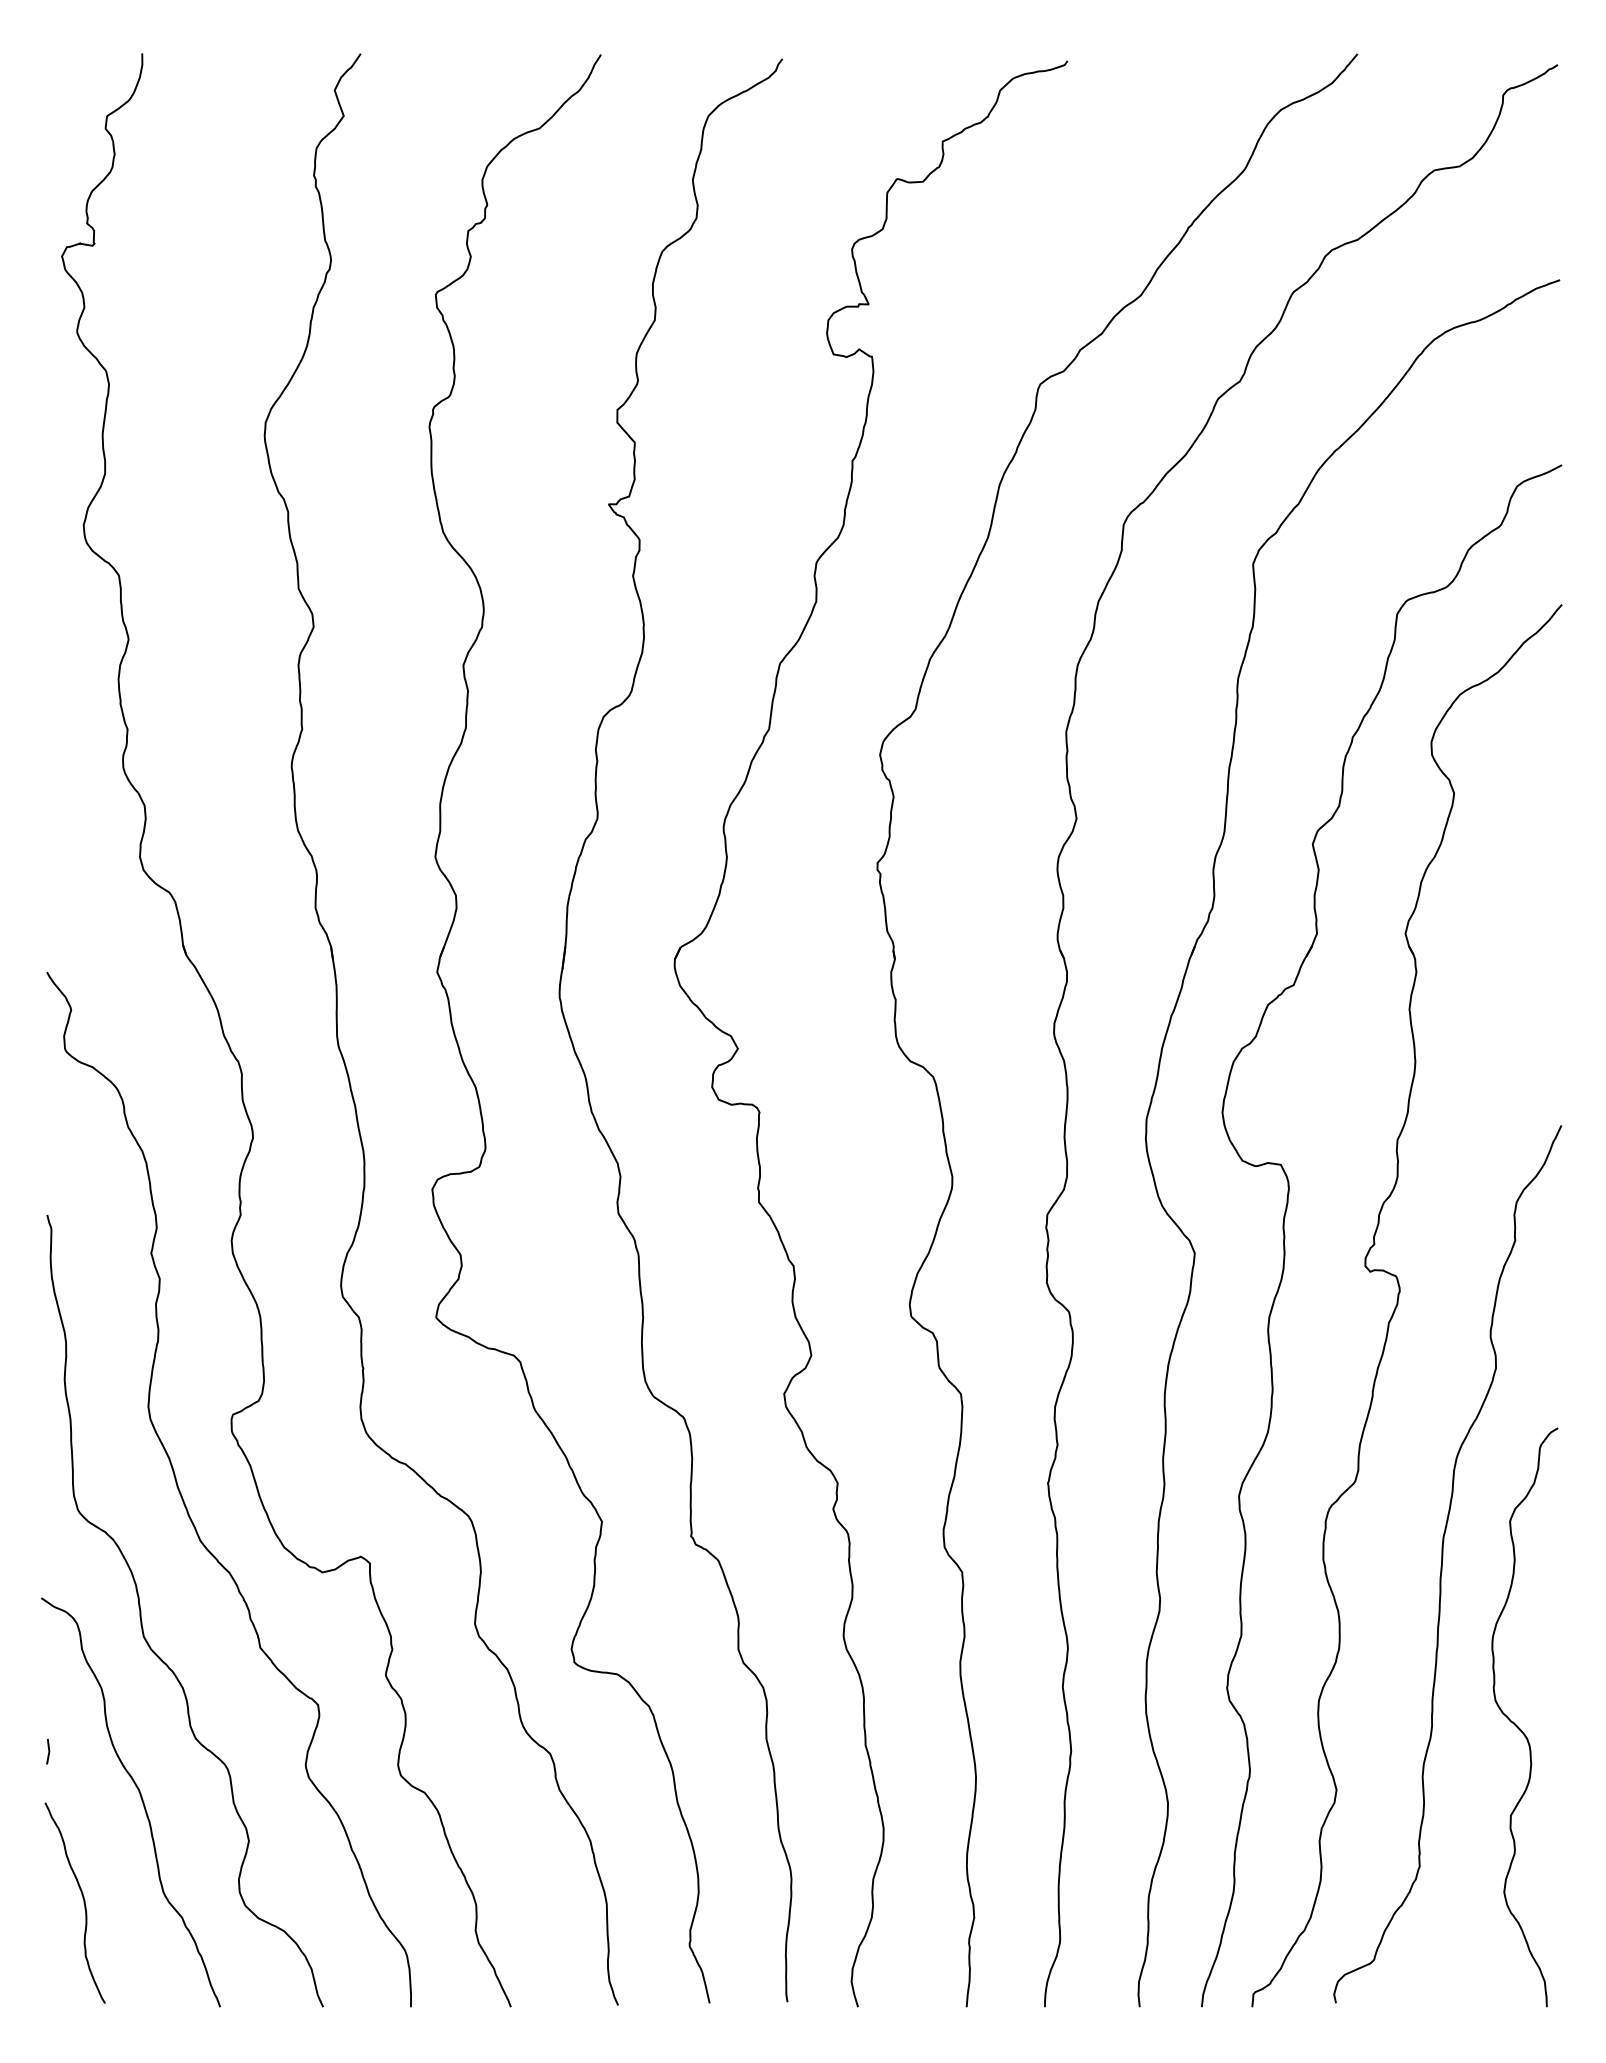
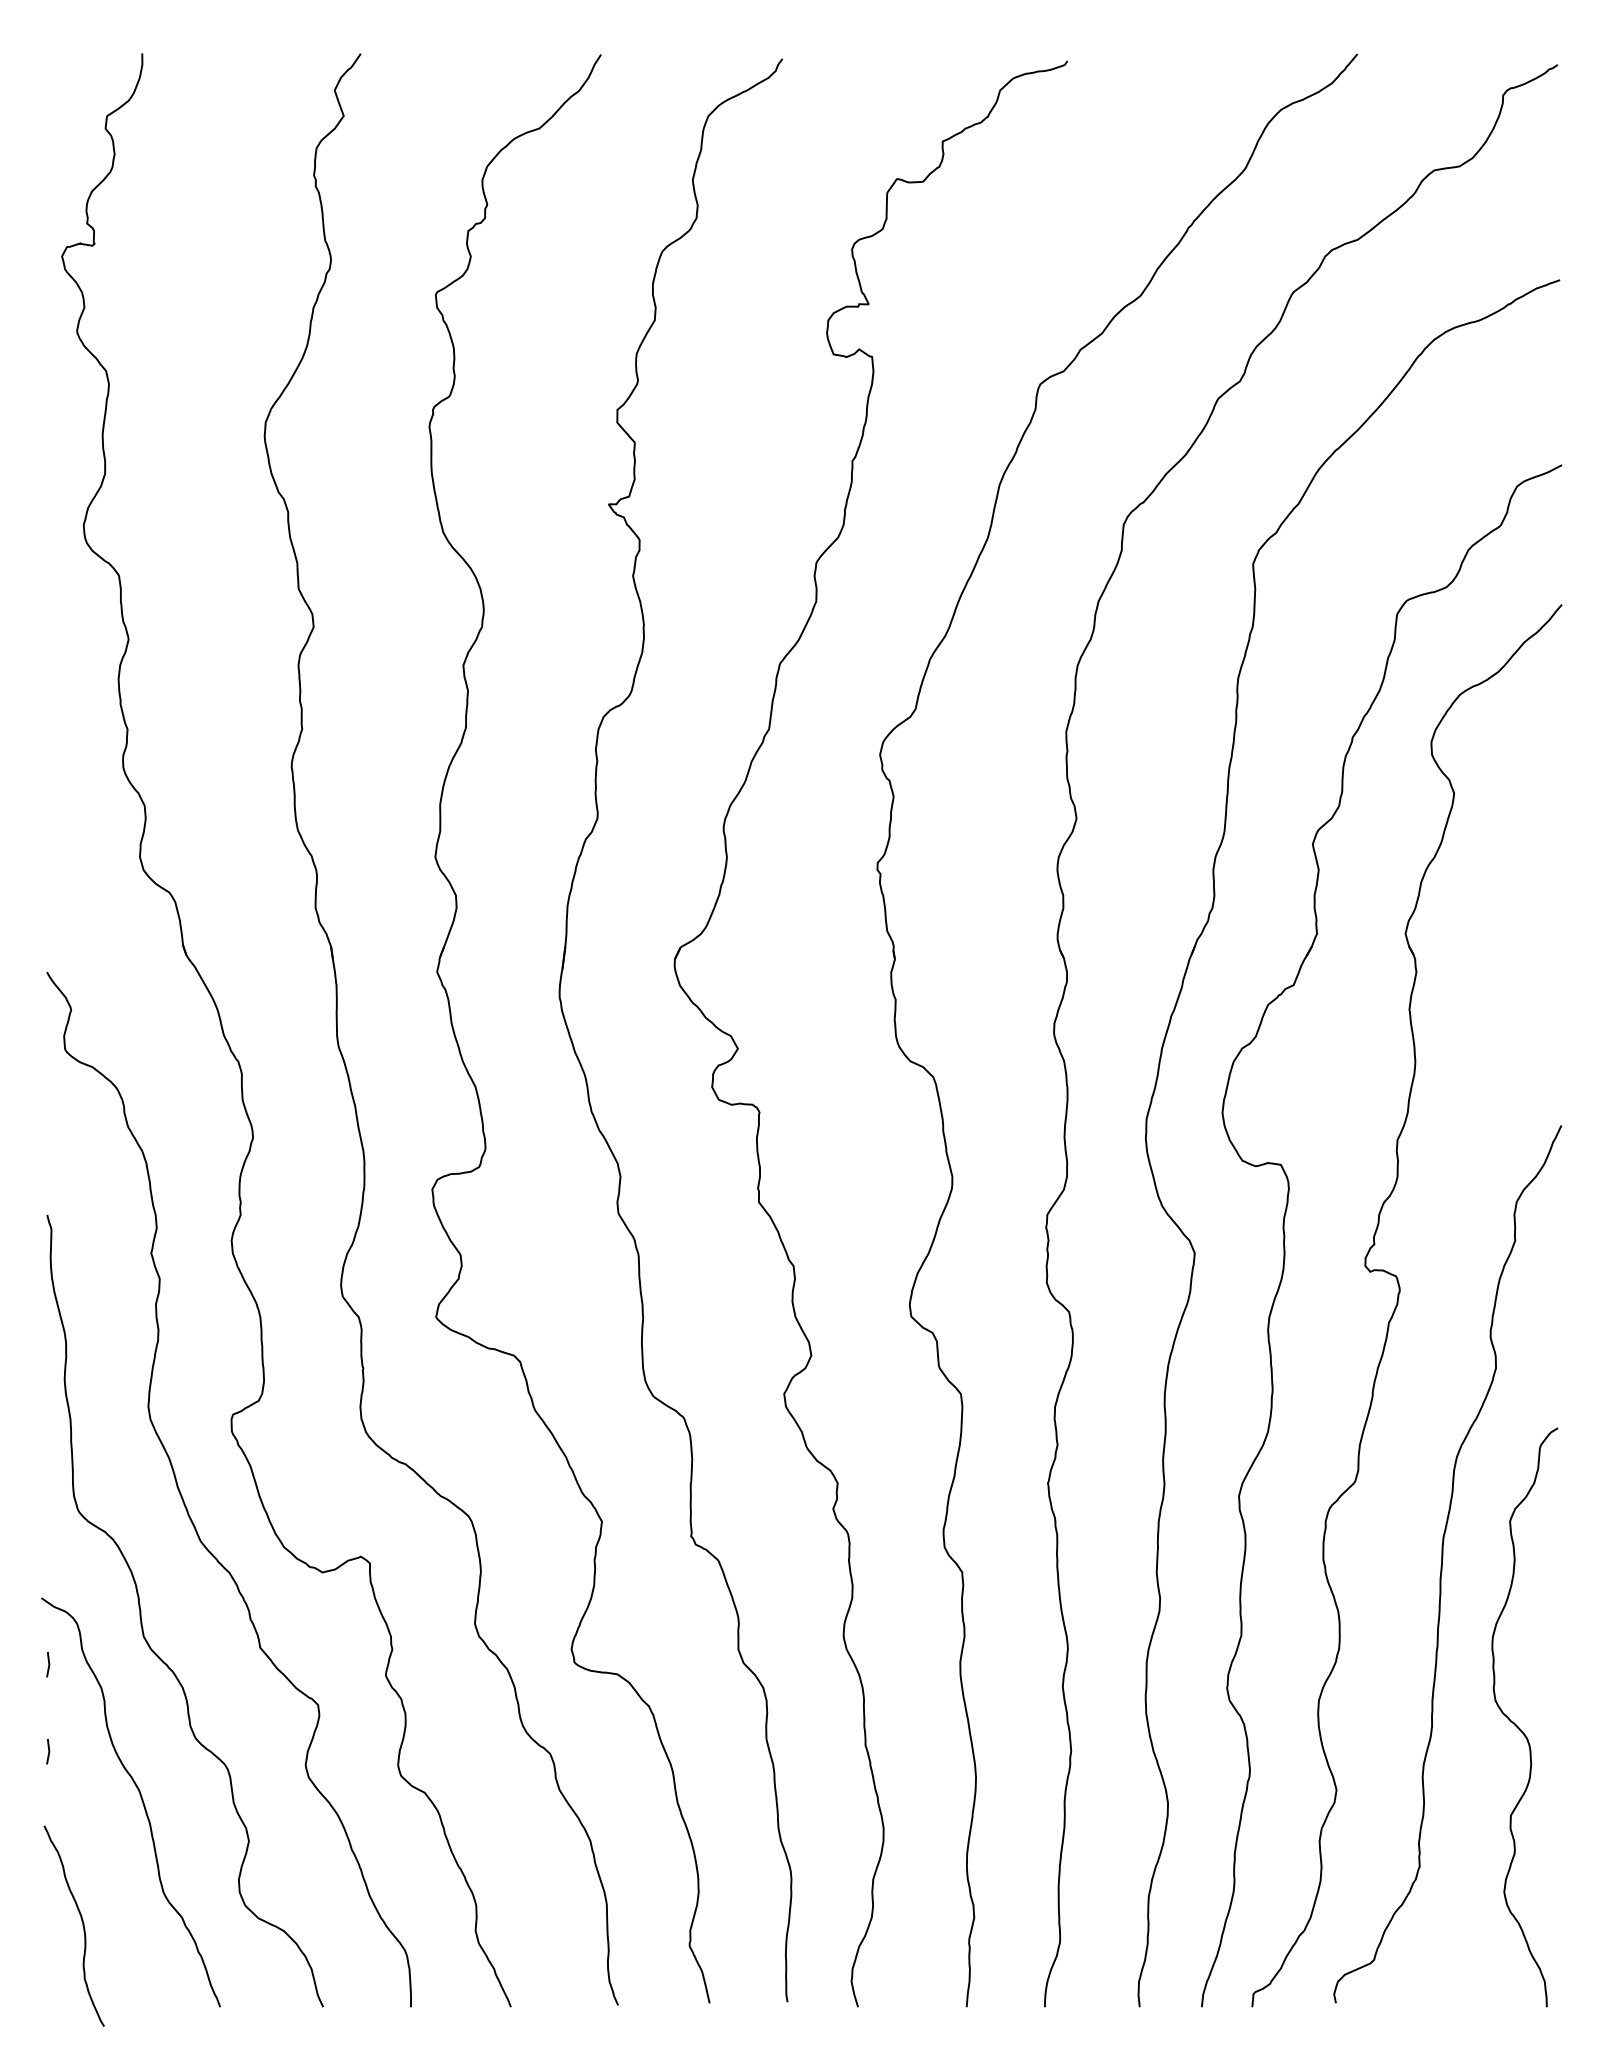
line at (48, 1664): none -> present
curve at (82, 1898) position: (82, 1898) -> (81, 1921)
